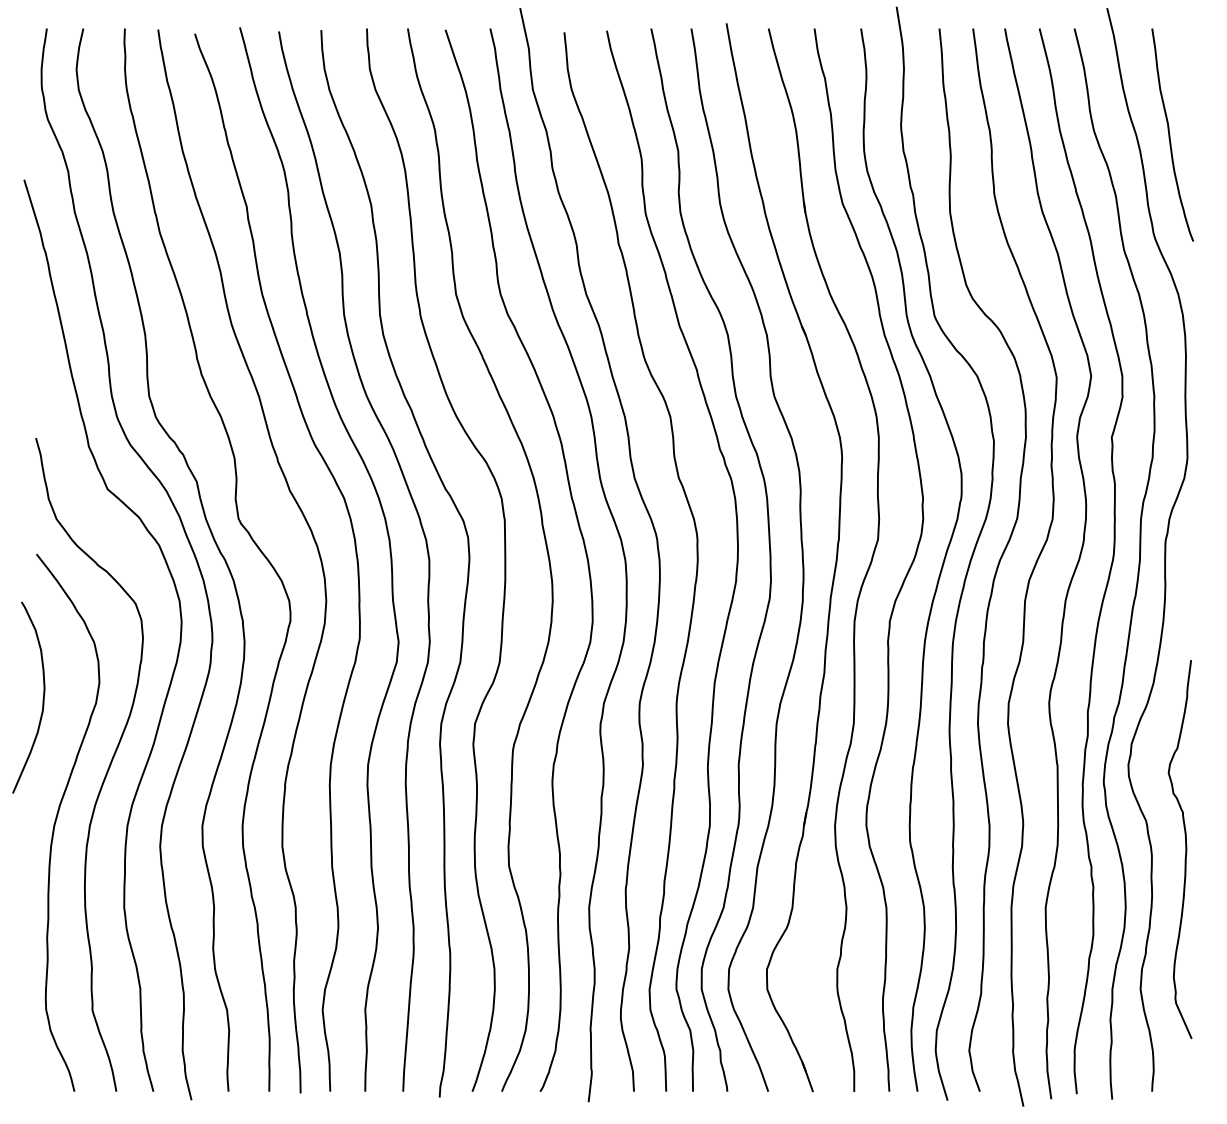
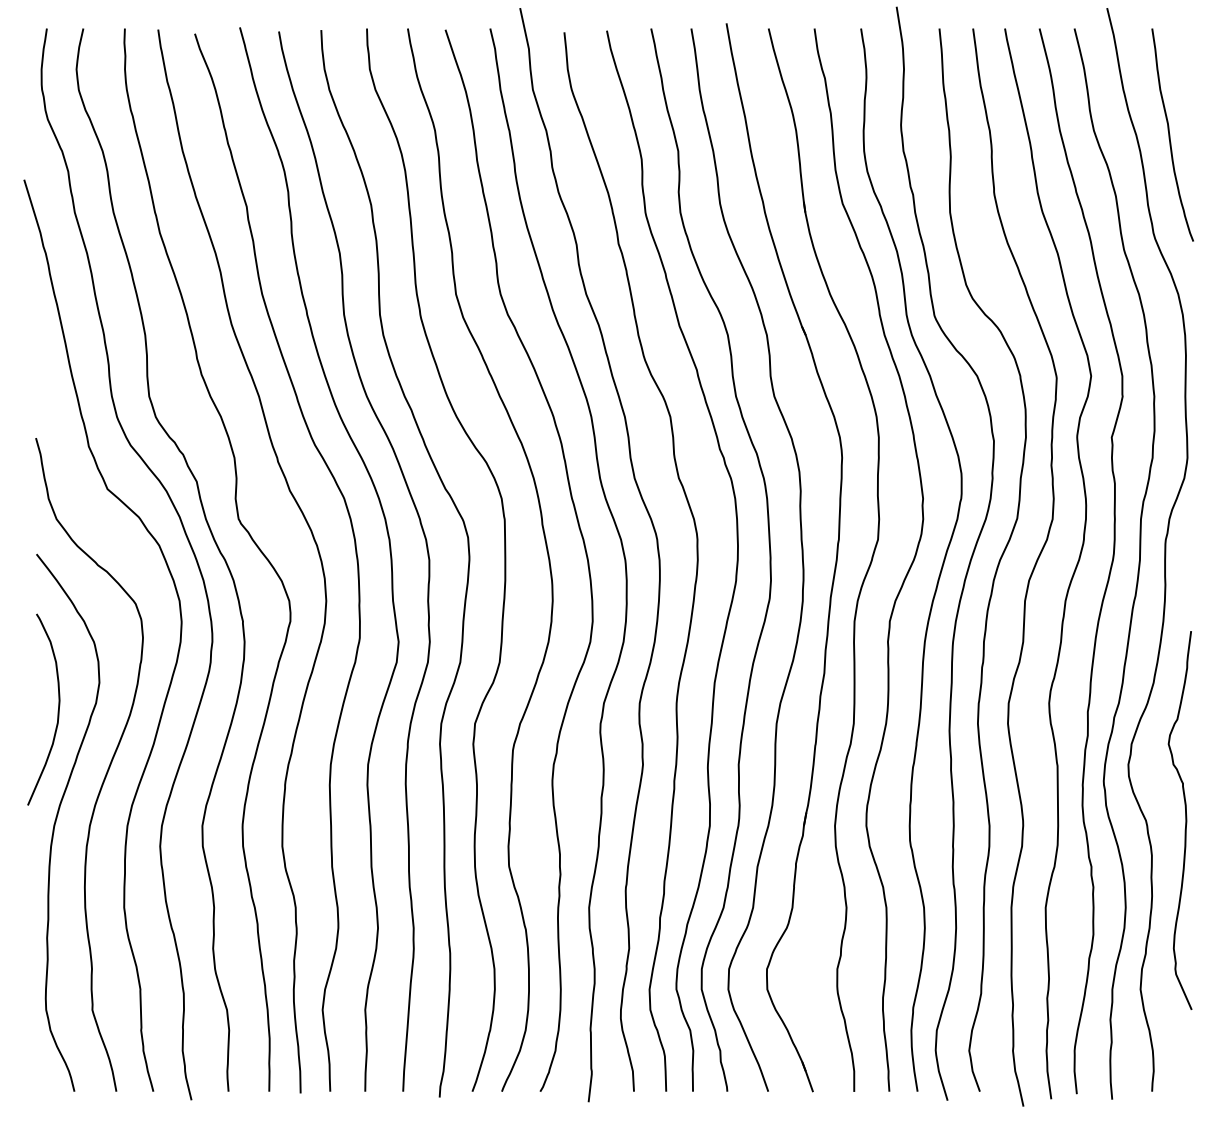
curve at (42, 698) position: (42, 698) -> (57, 710)
curve at (1185, 849) position: (1185, 849) -> (1185, 820)
